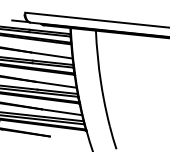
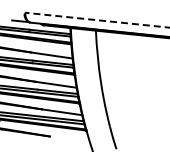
line at (97, 20): solid -> dashed
